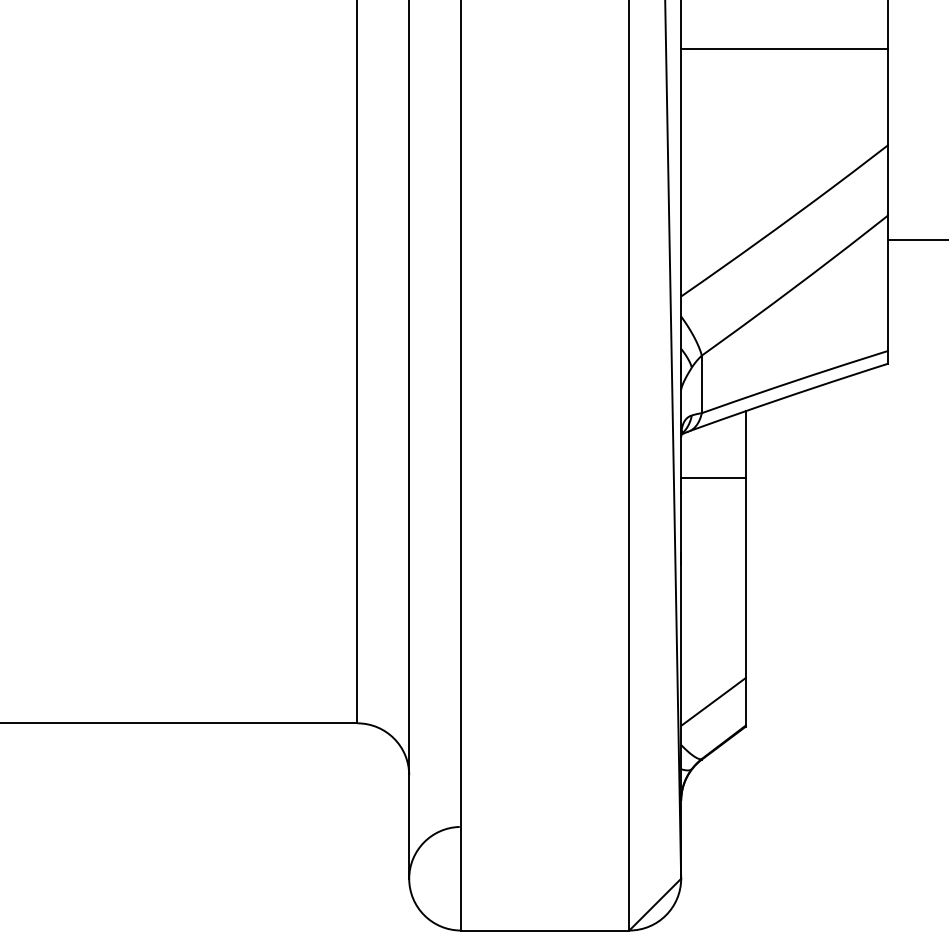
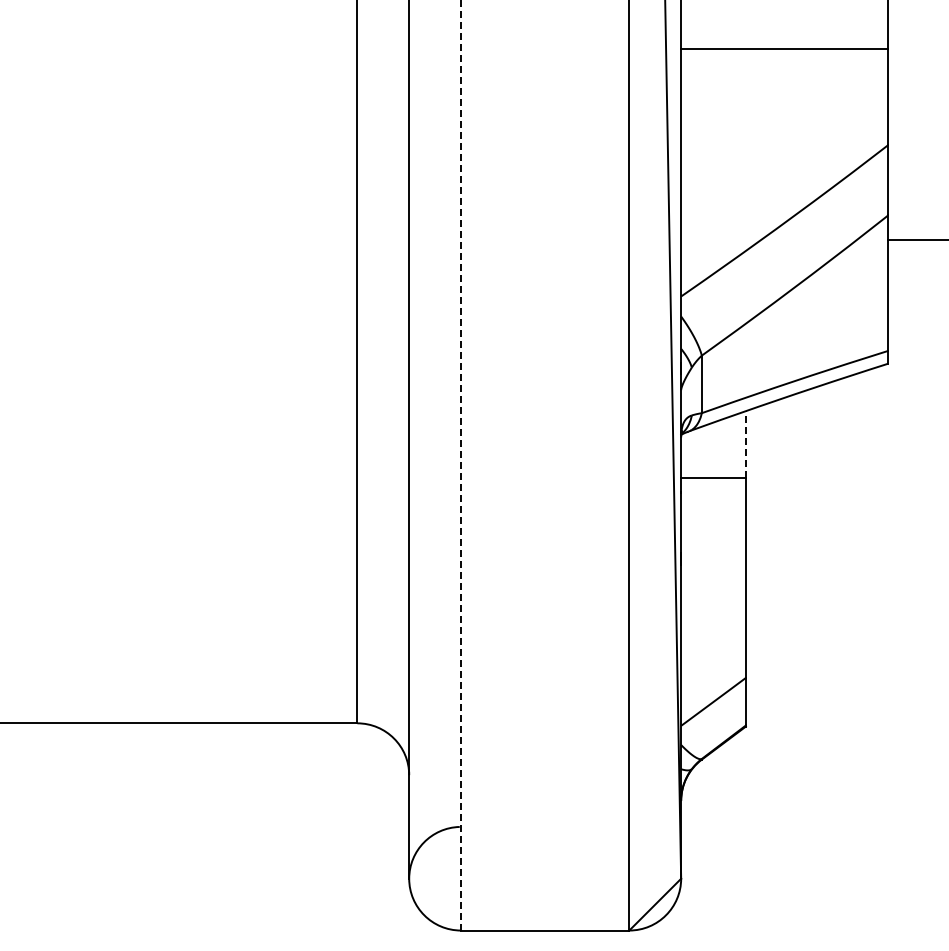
line at (745, 444): solid -> dashed
line at (461, 465): solid -> dashed
